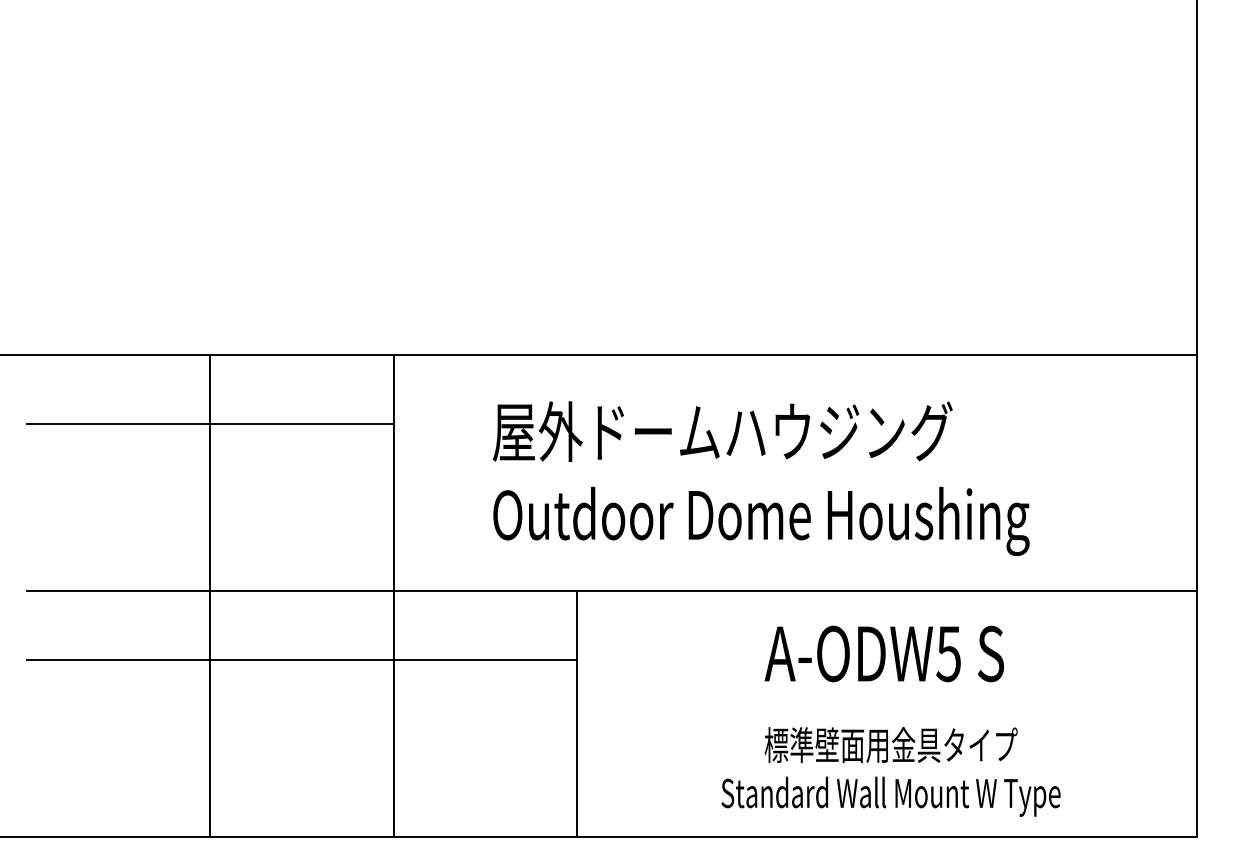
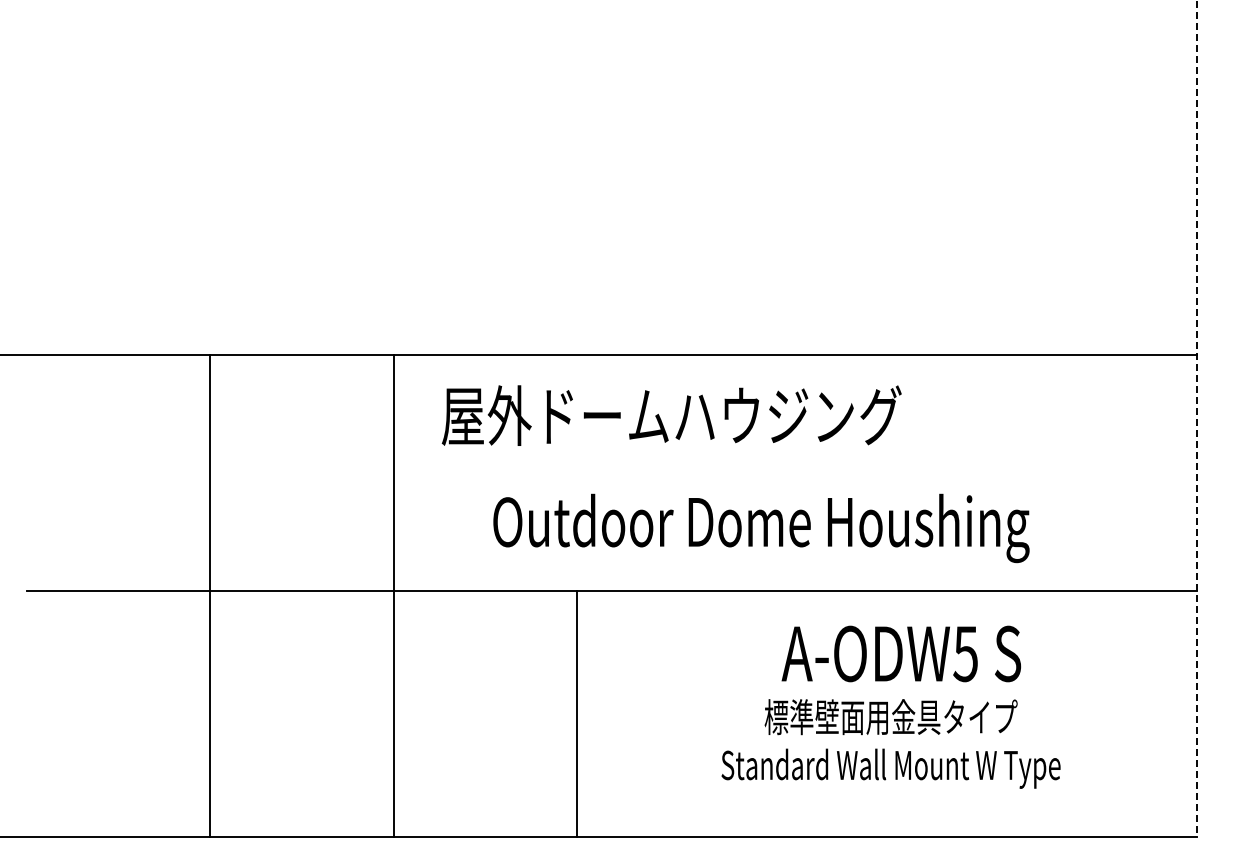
line at (1196, 419): solid -> dashed
line at (209, 423): present -> none
text at (722, 431) position: (722, 431) -> (671, 415)
text at (761, 521) position: (761, 521) -> (761, 528)
text at (883, 653) position: (883, 653) -> (900, 653)
line at (301, 660): present -> none
text at (890, 771) position: (890, 771) -> (890, 743)
